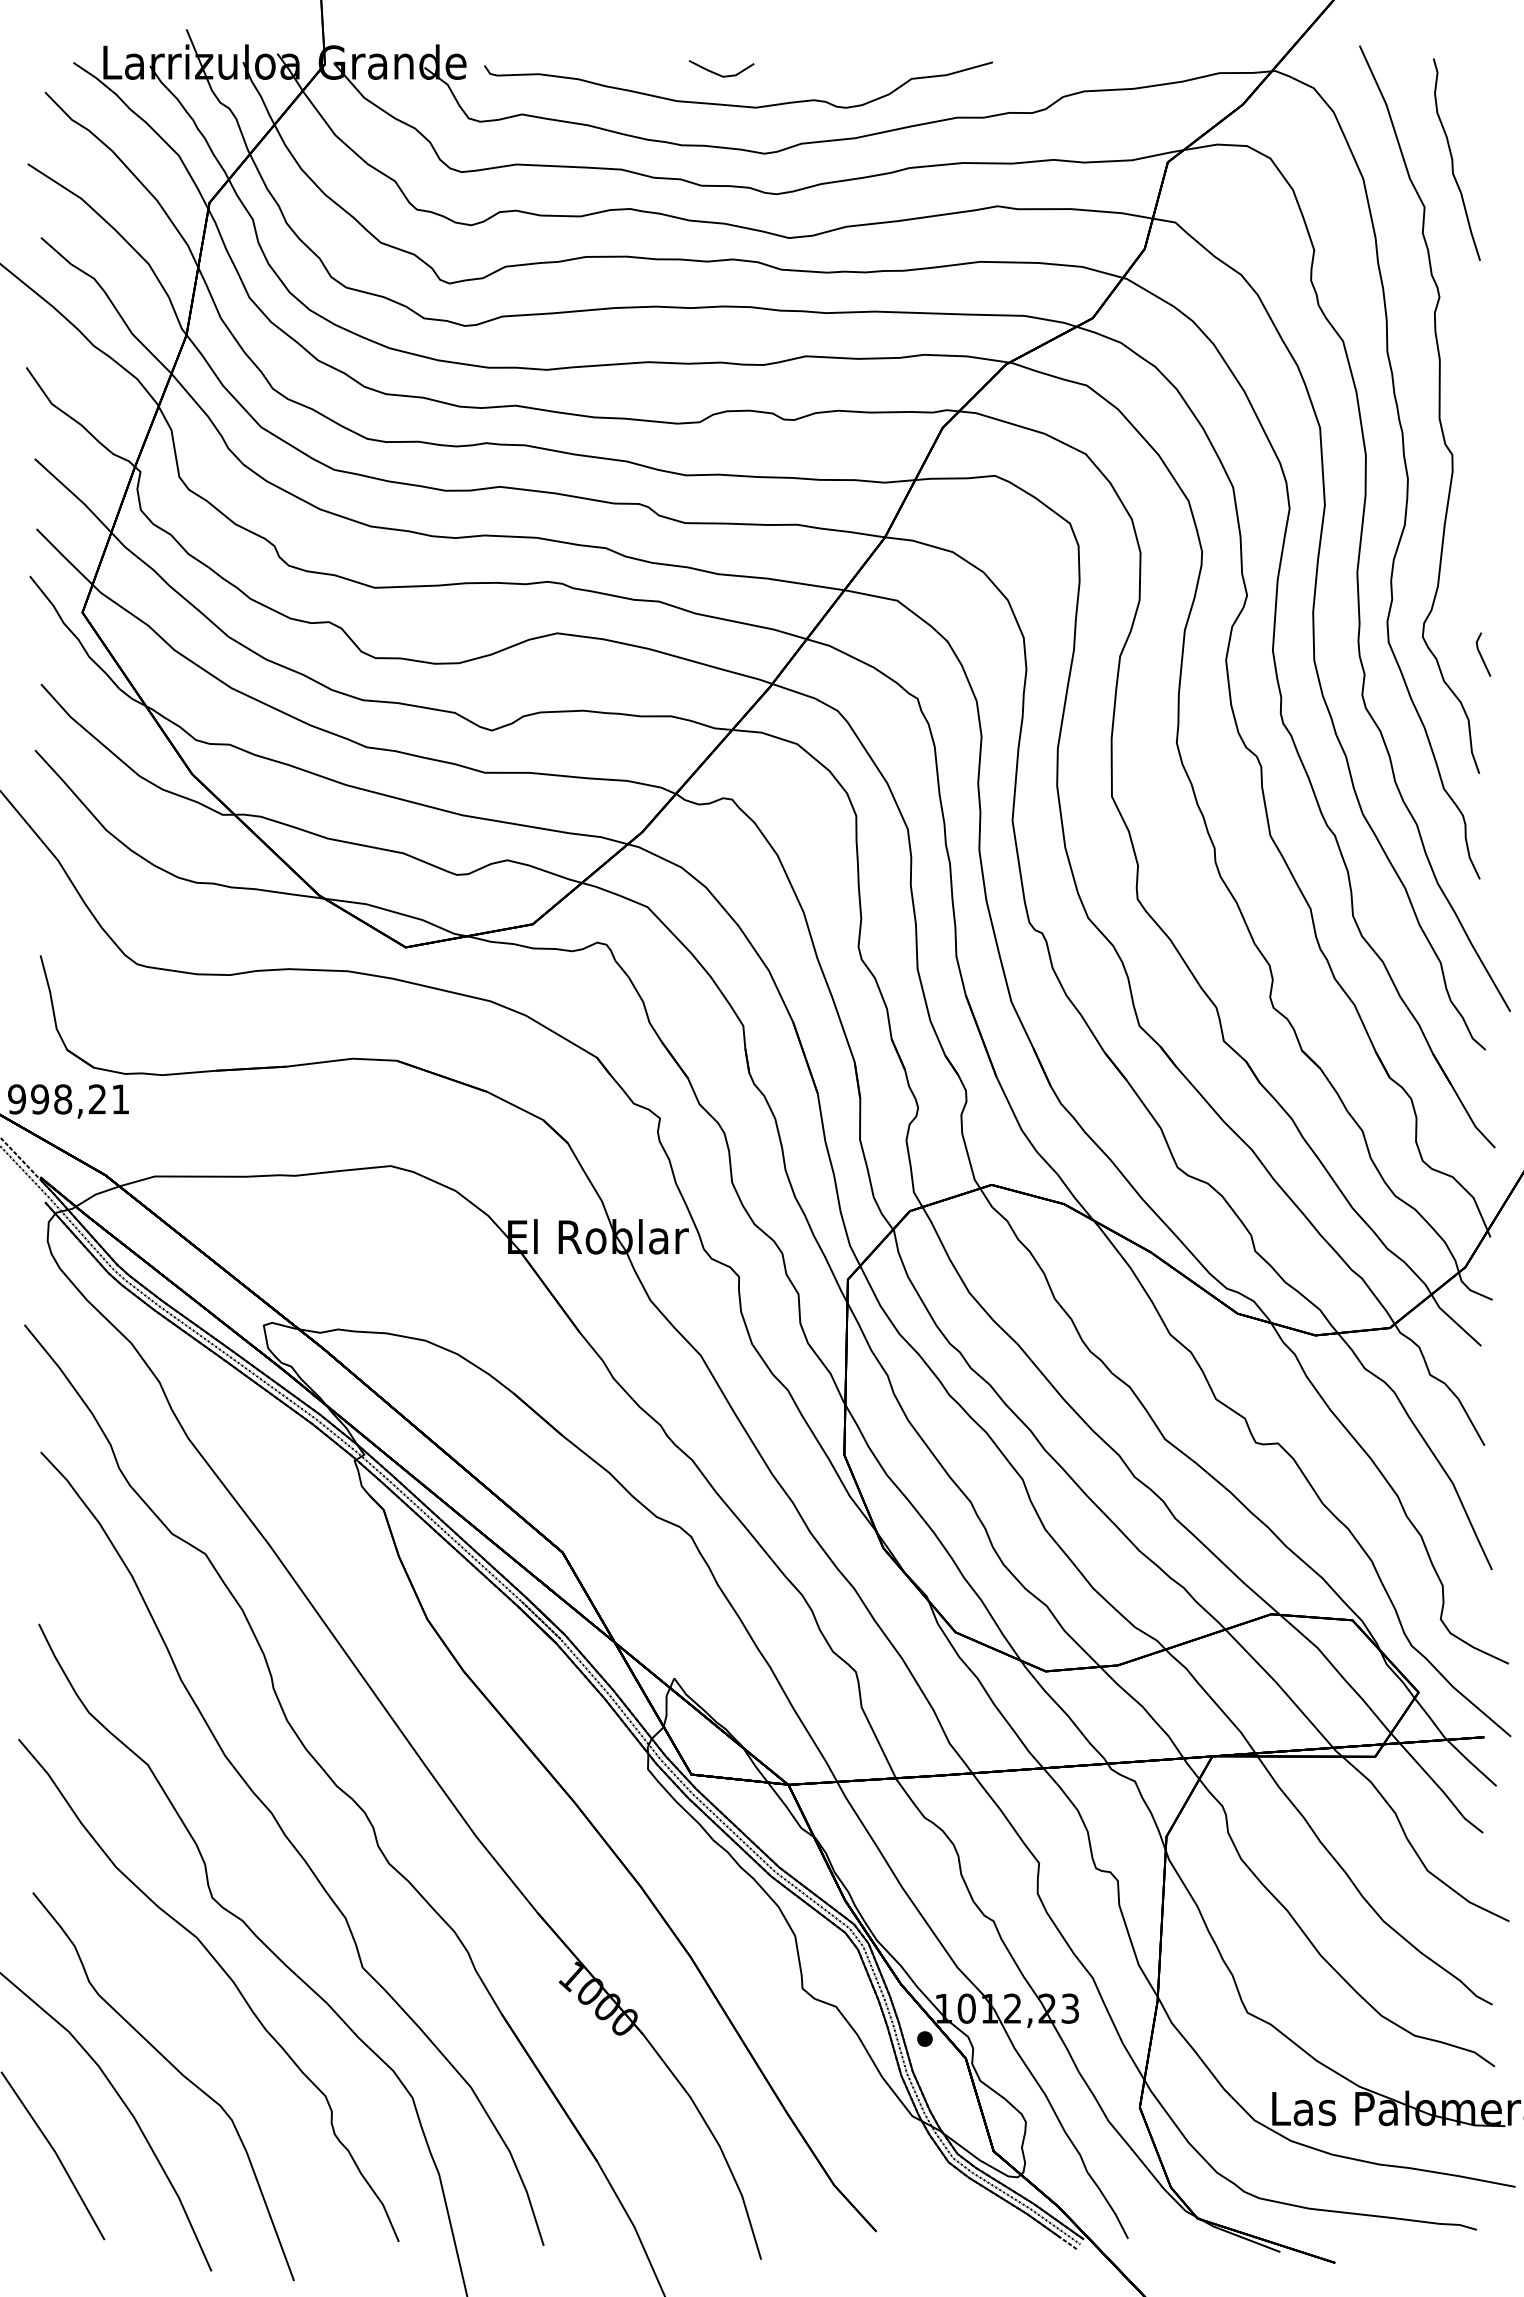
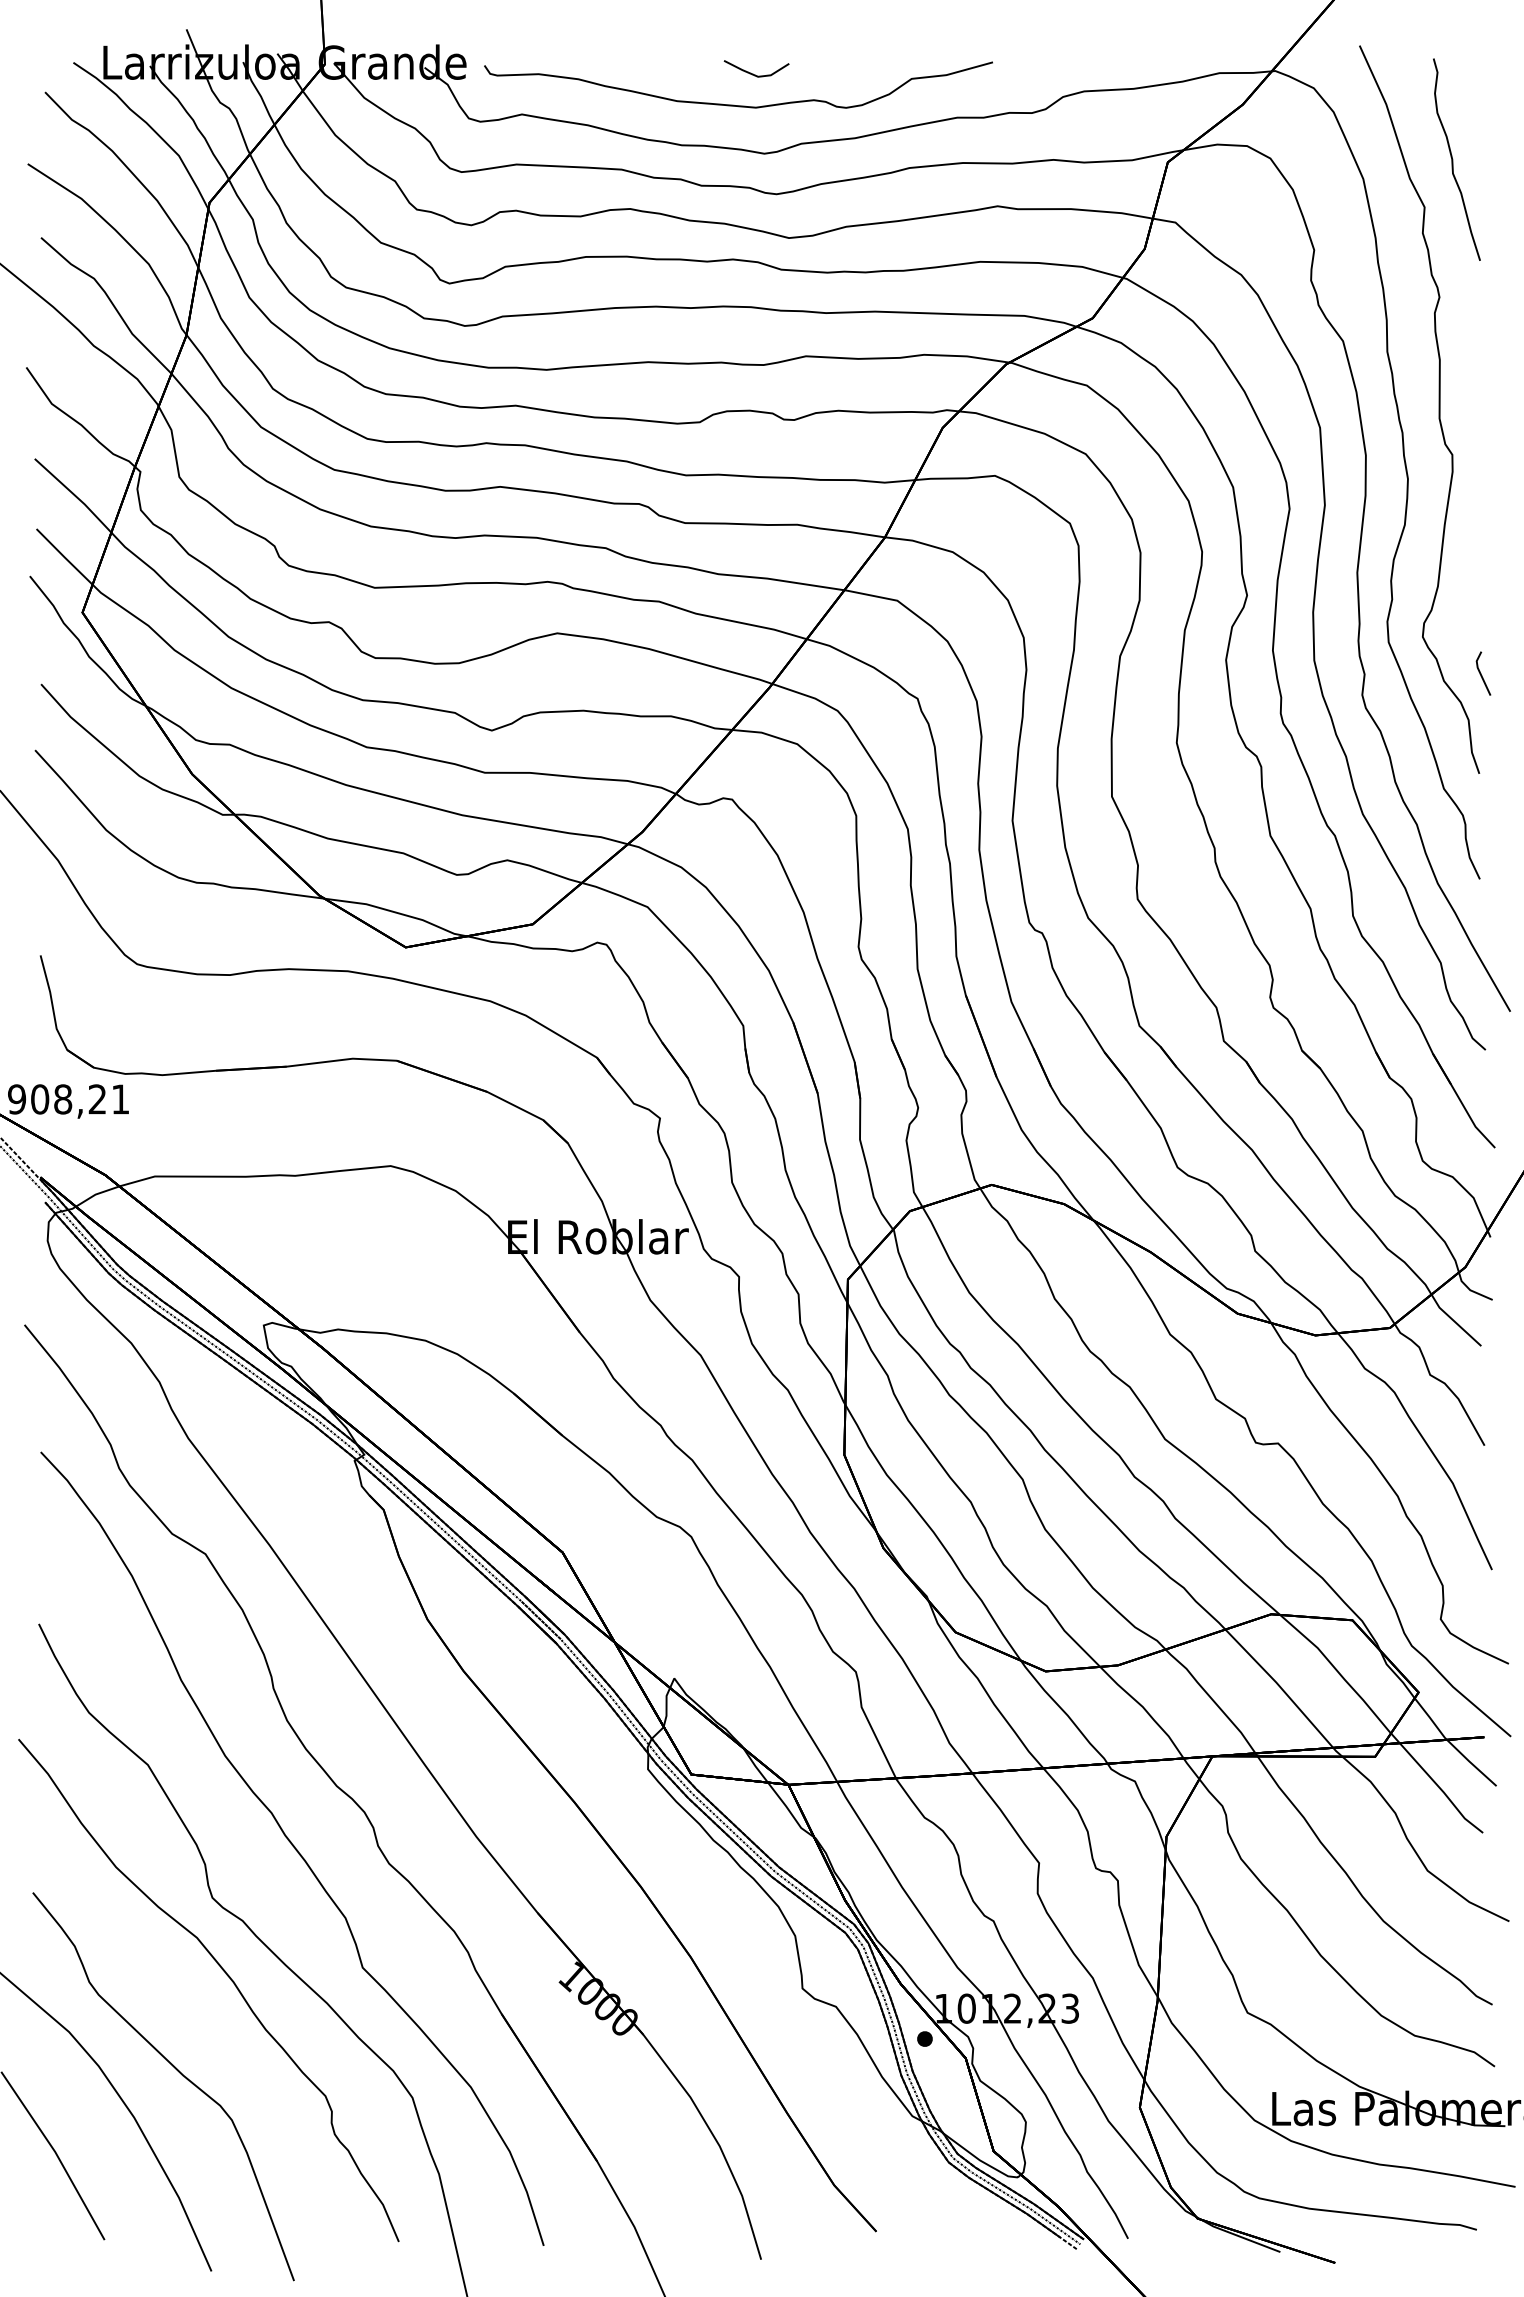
line at (718, 73) position: (718, 73) -> (753, 73)
line at (1481, 654) position: (1481, 654) -> (1481, 673)
text at (40, 1099): 998,21 -> 908,21
